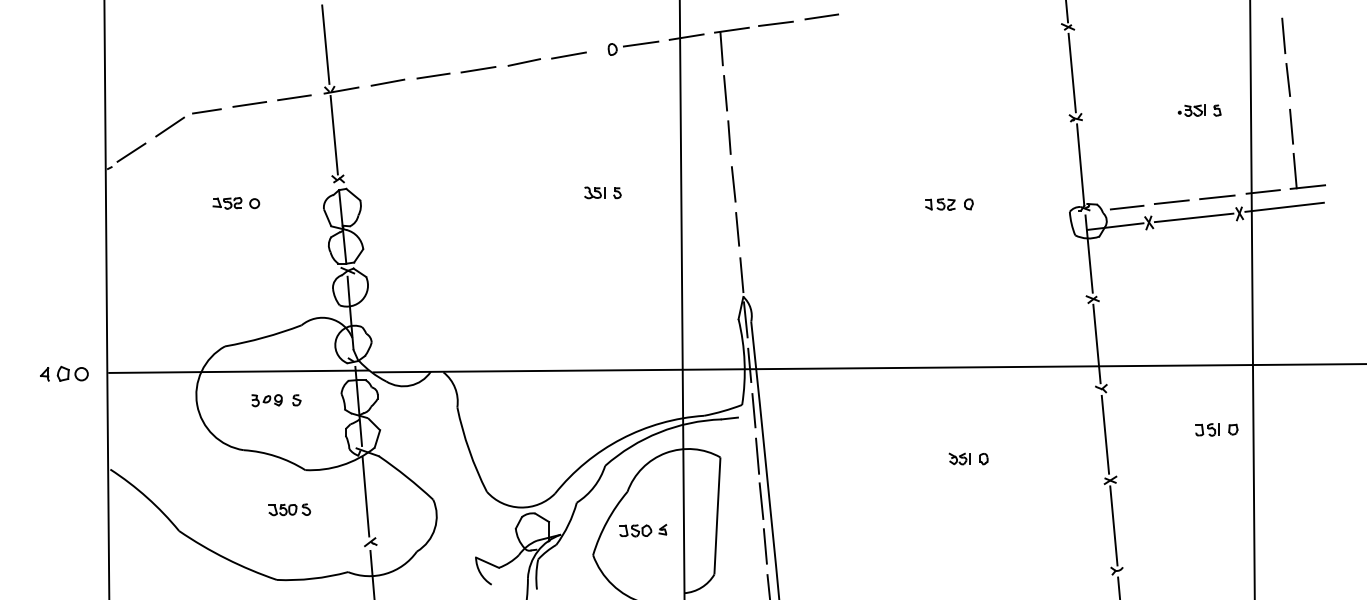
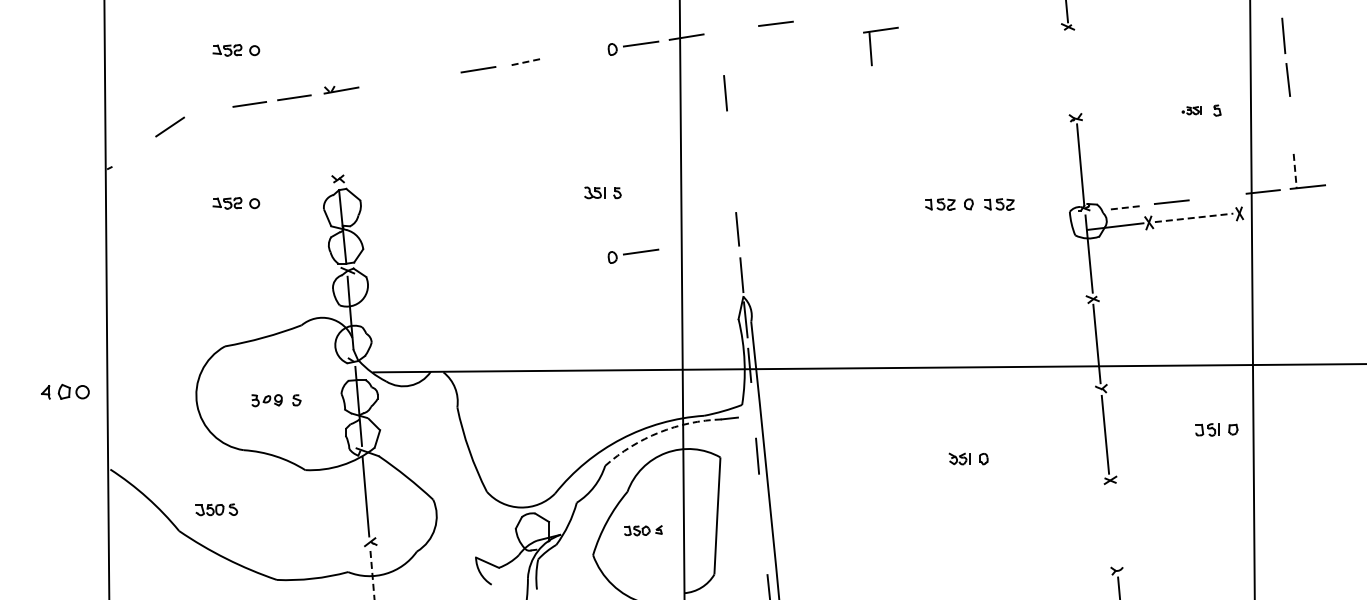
line at (821, 16): present -> none
line at (325, 44): present -> none
part at (722, 46) position: (722, 46) -> (871, 46)
part at (236, 50): none -> present
line at (568, 55): present -> none
line at (523, 62): solid -> dashed
line at (1071, 72): present -> none
line at (433, 75): present -> none
line at (387, 82): present -> none
part at (1191, 110) size: 29x13 px -> 21x10 px
line at (206, 111): present -> none
line at (1291, 126): present -> none
line at (333, 134): present -> none
line at (729, 137): present -> none
line at (131, 152): present -> none
line at (1295, 171): solid -> dashed
line at (733, 184): present -> none
line at (1217, 197): present -> none
part at (999, 204): none -> present
line at (1284, 206): present -> none
line at (1127, 207): solid -> dashed
line at (1194, 217): solid -> dashed
part at (633, 255): none -> present
line at (238, 371): present -> none
part at (64, 373) position: (64, 373) -> (65, 391)
line at (753, 410): present -> none
arc at (659, 432): solid -> dashed
line at (761, 500): present -> none
part at (289, 509) position: (289, 509) -> (216, 509)
line at (1113, 525): present -> none
part at (643, 530) size: 49x14 px -> 39x12 px
line at (764, 546): present -> none
line at (372, 575): solid -> dashed
